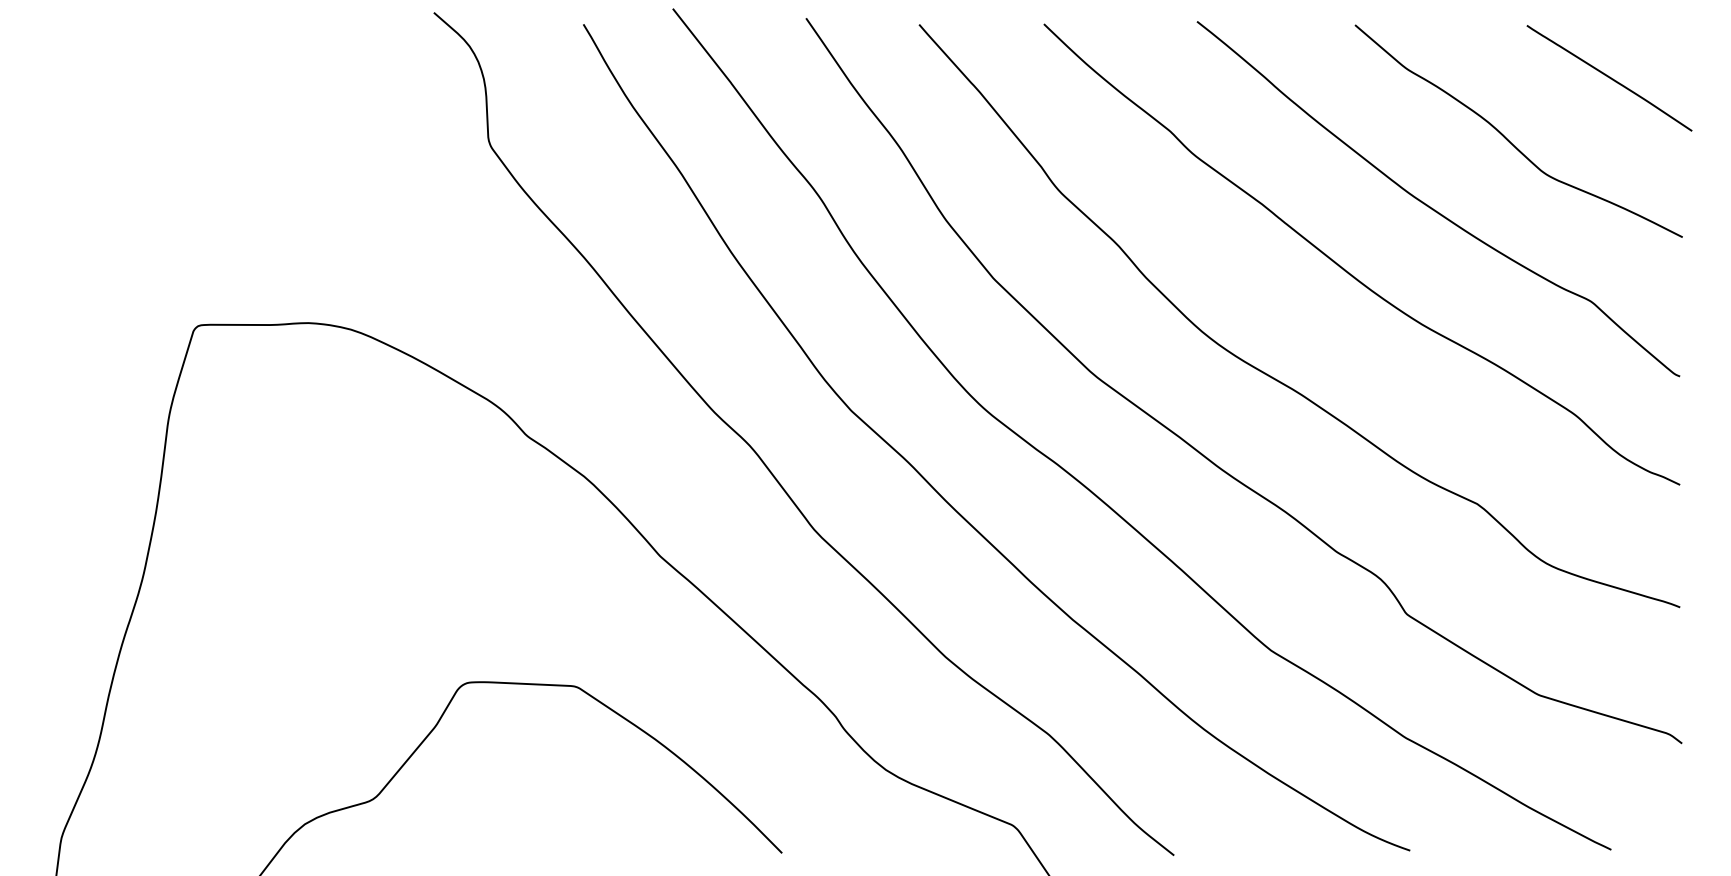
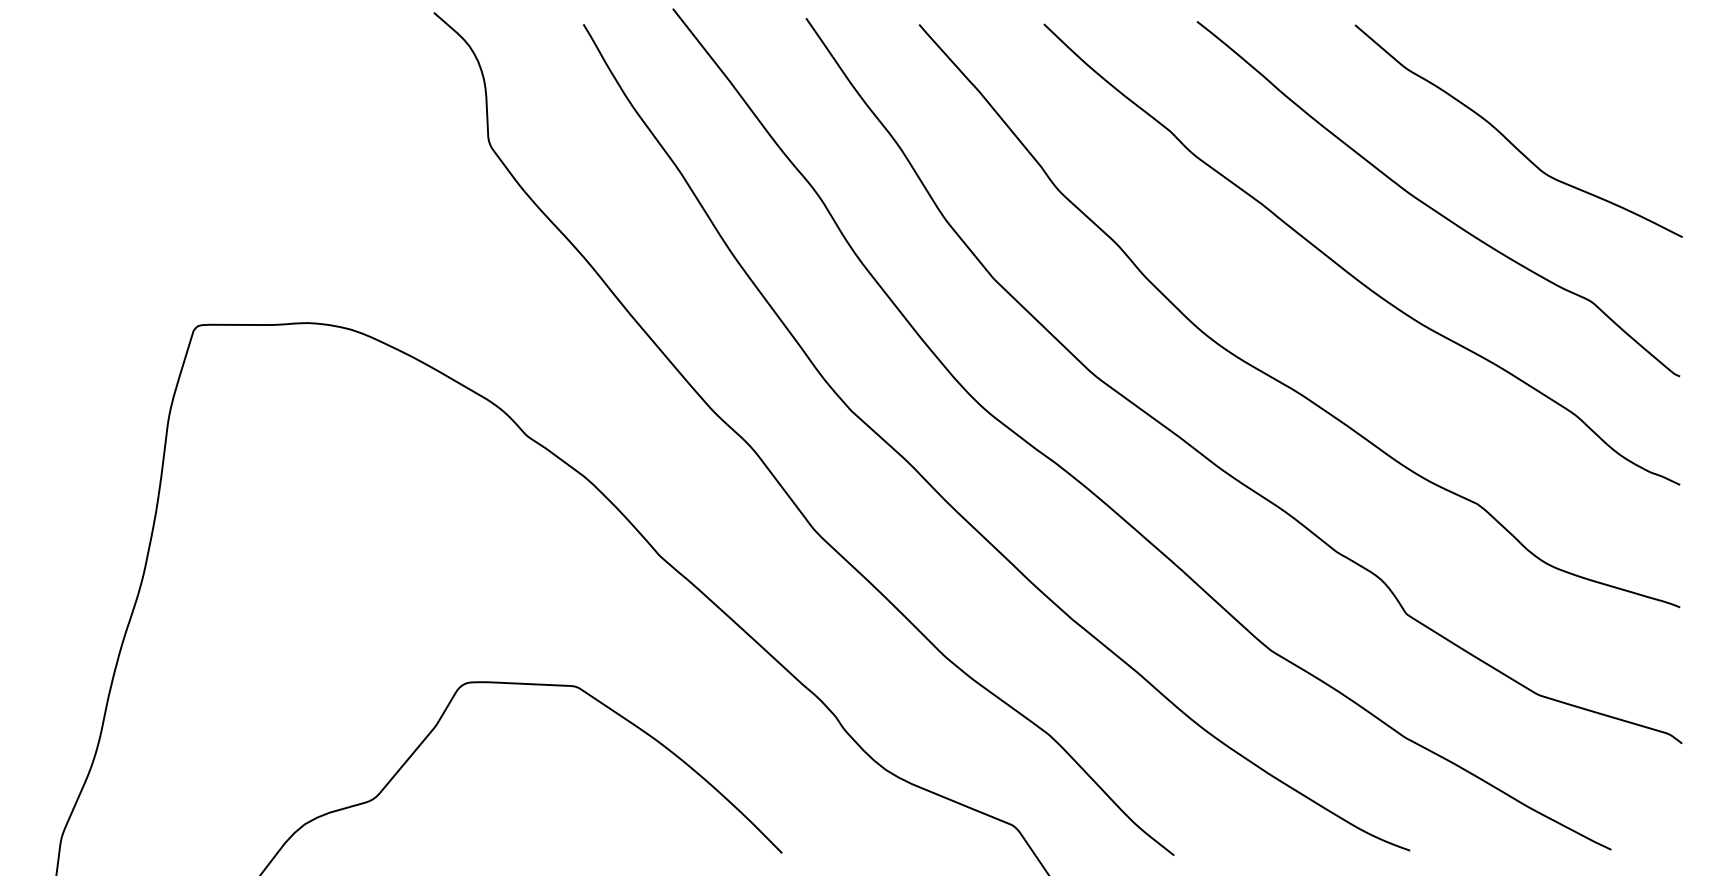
curve at (1609, 78): present -> none
